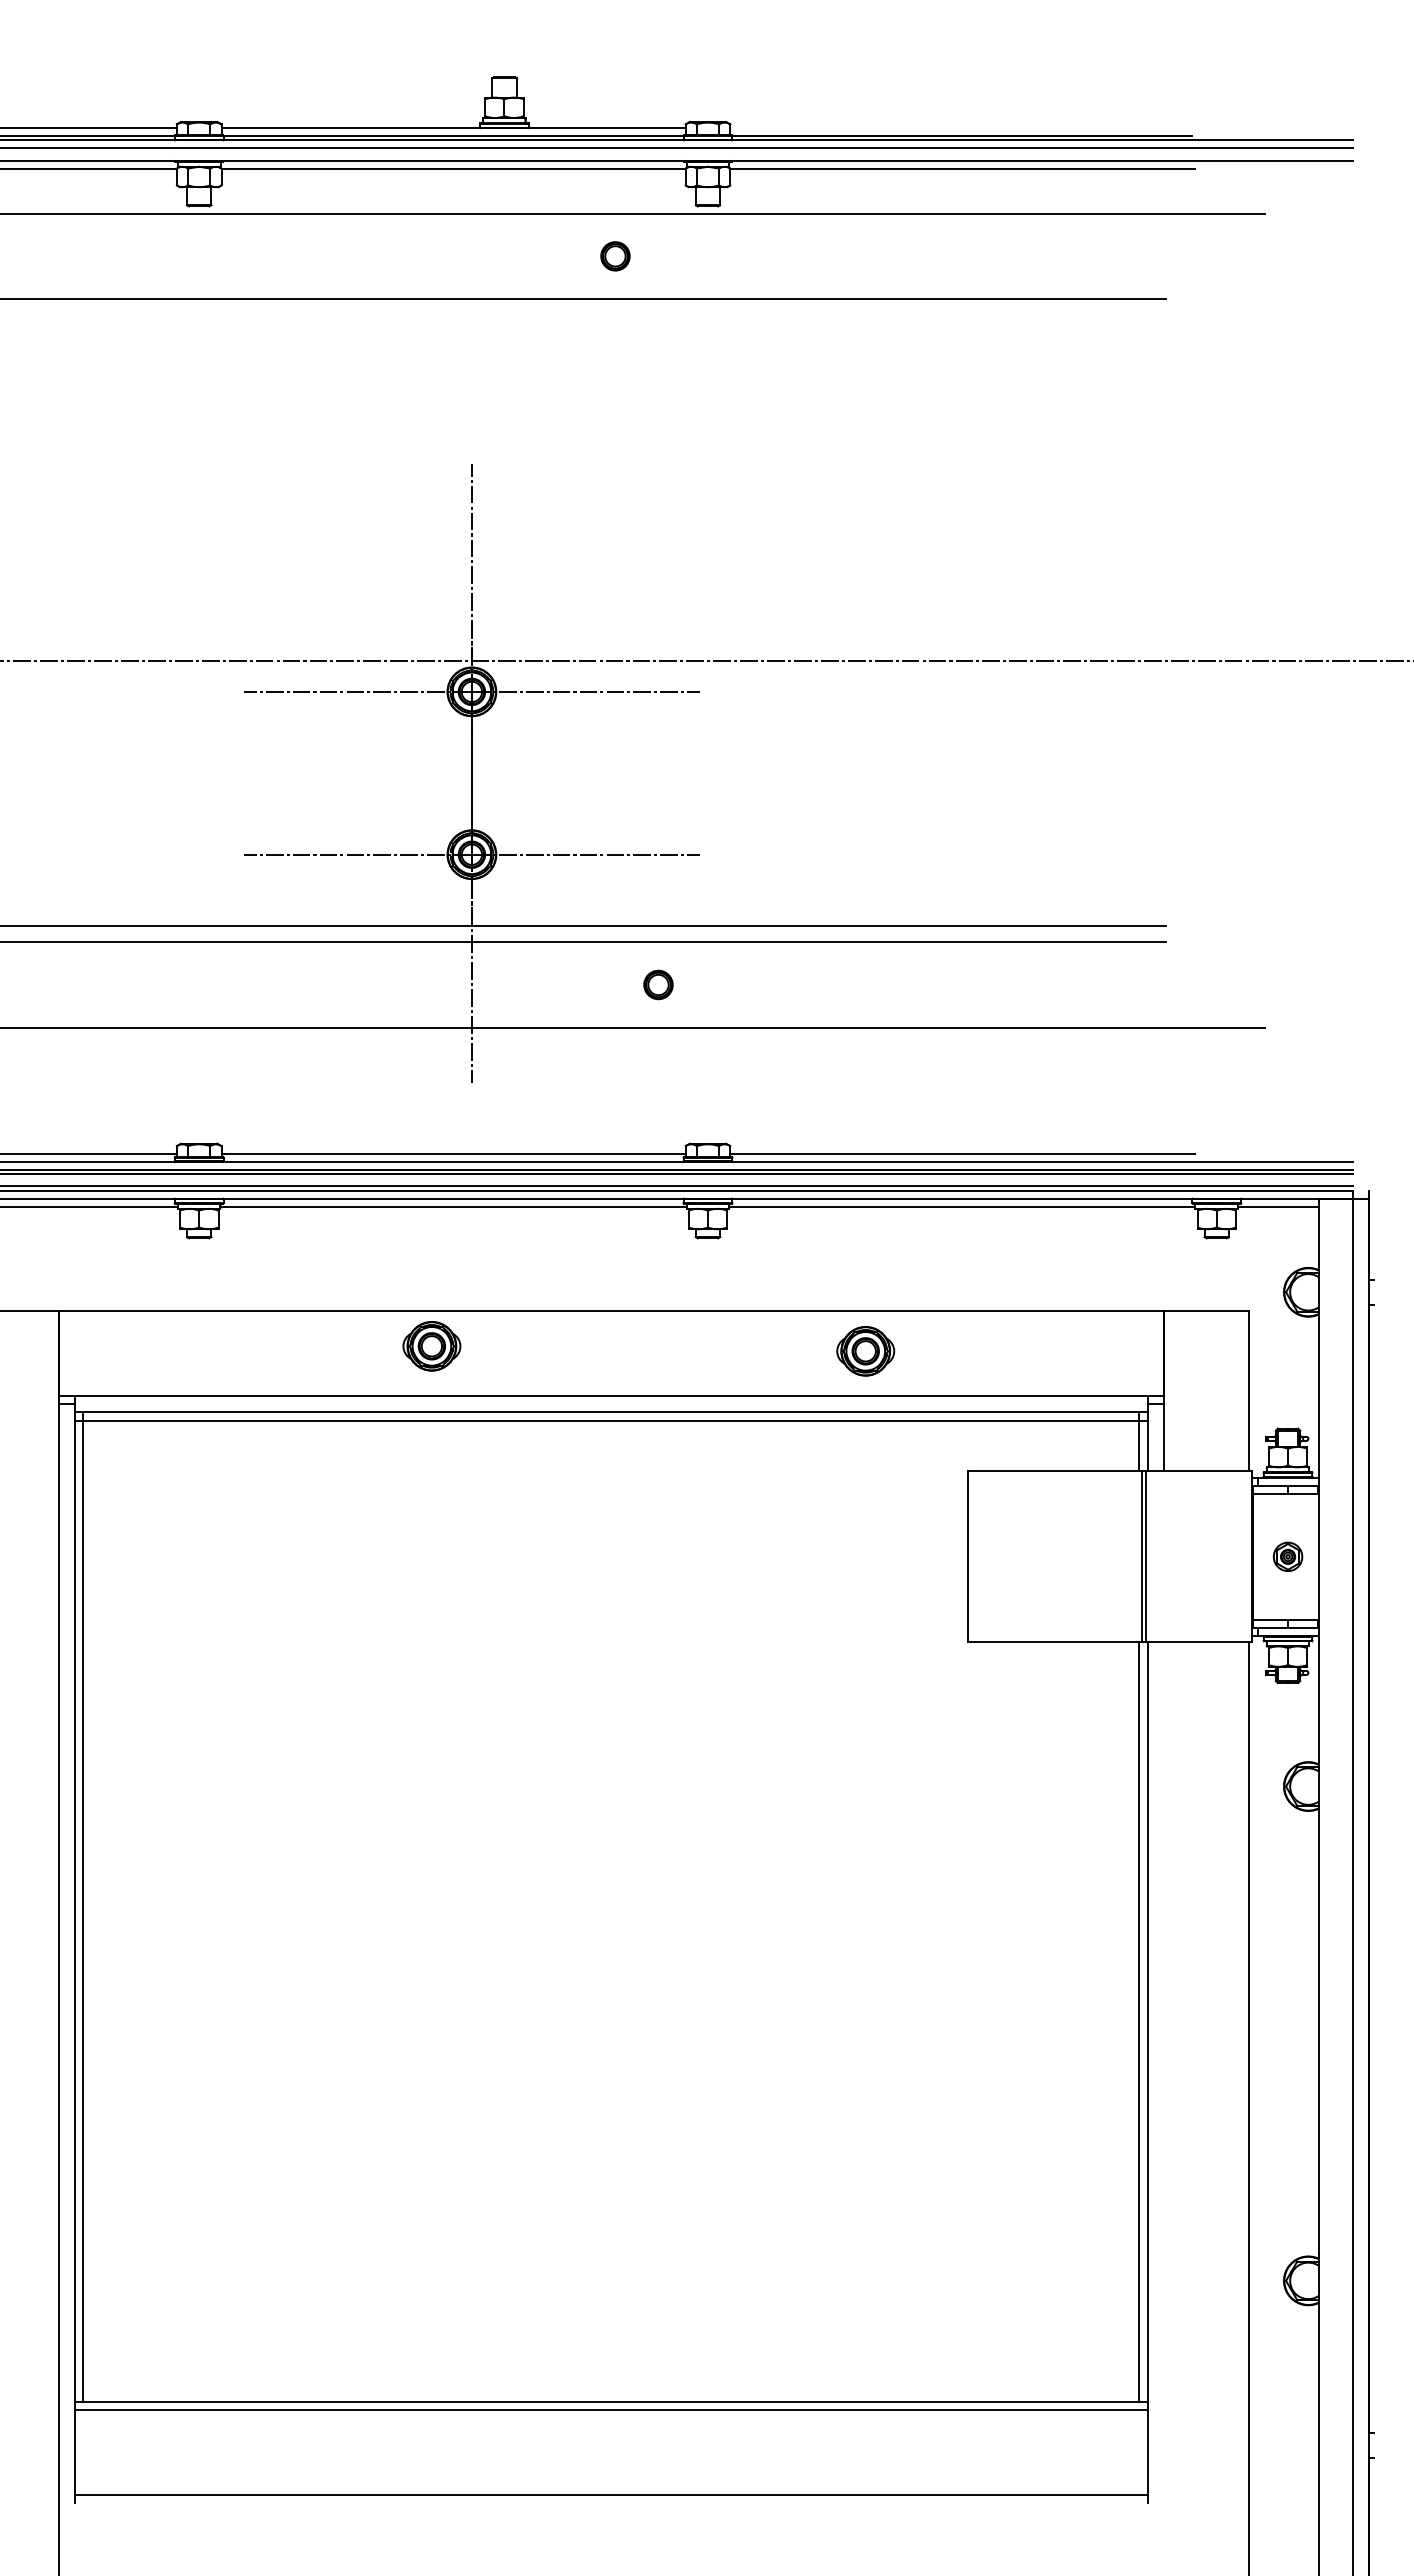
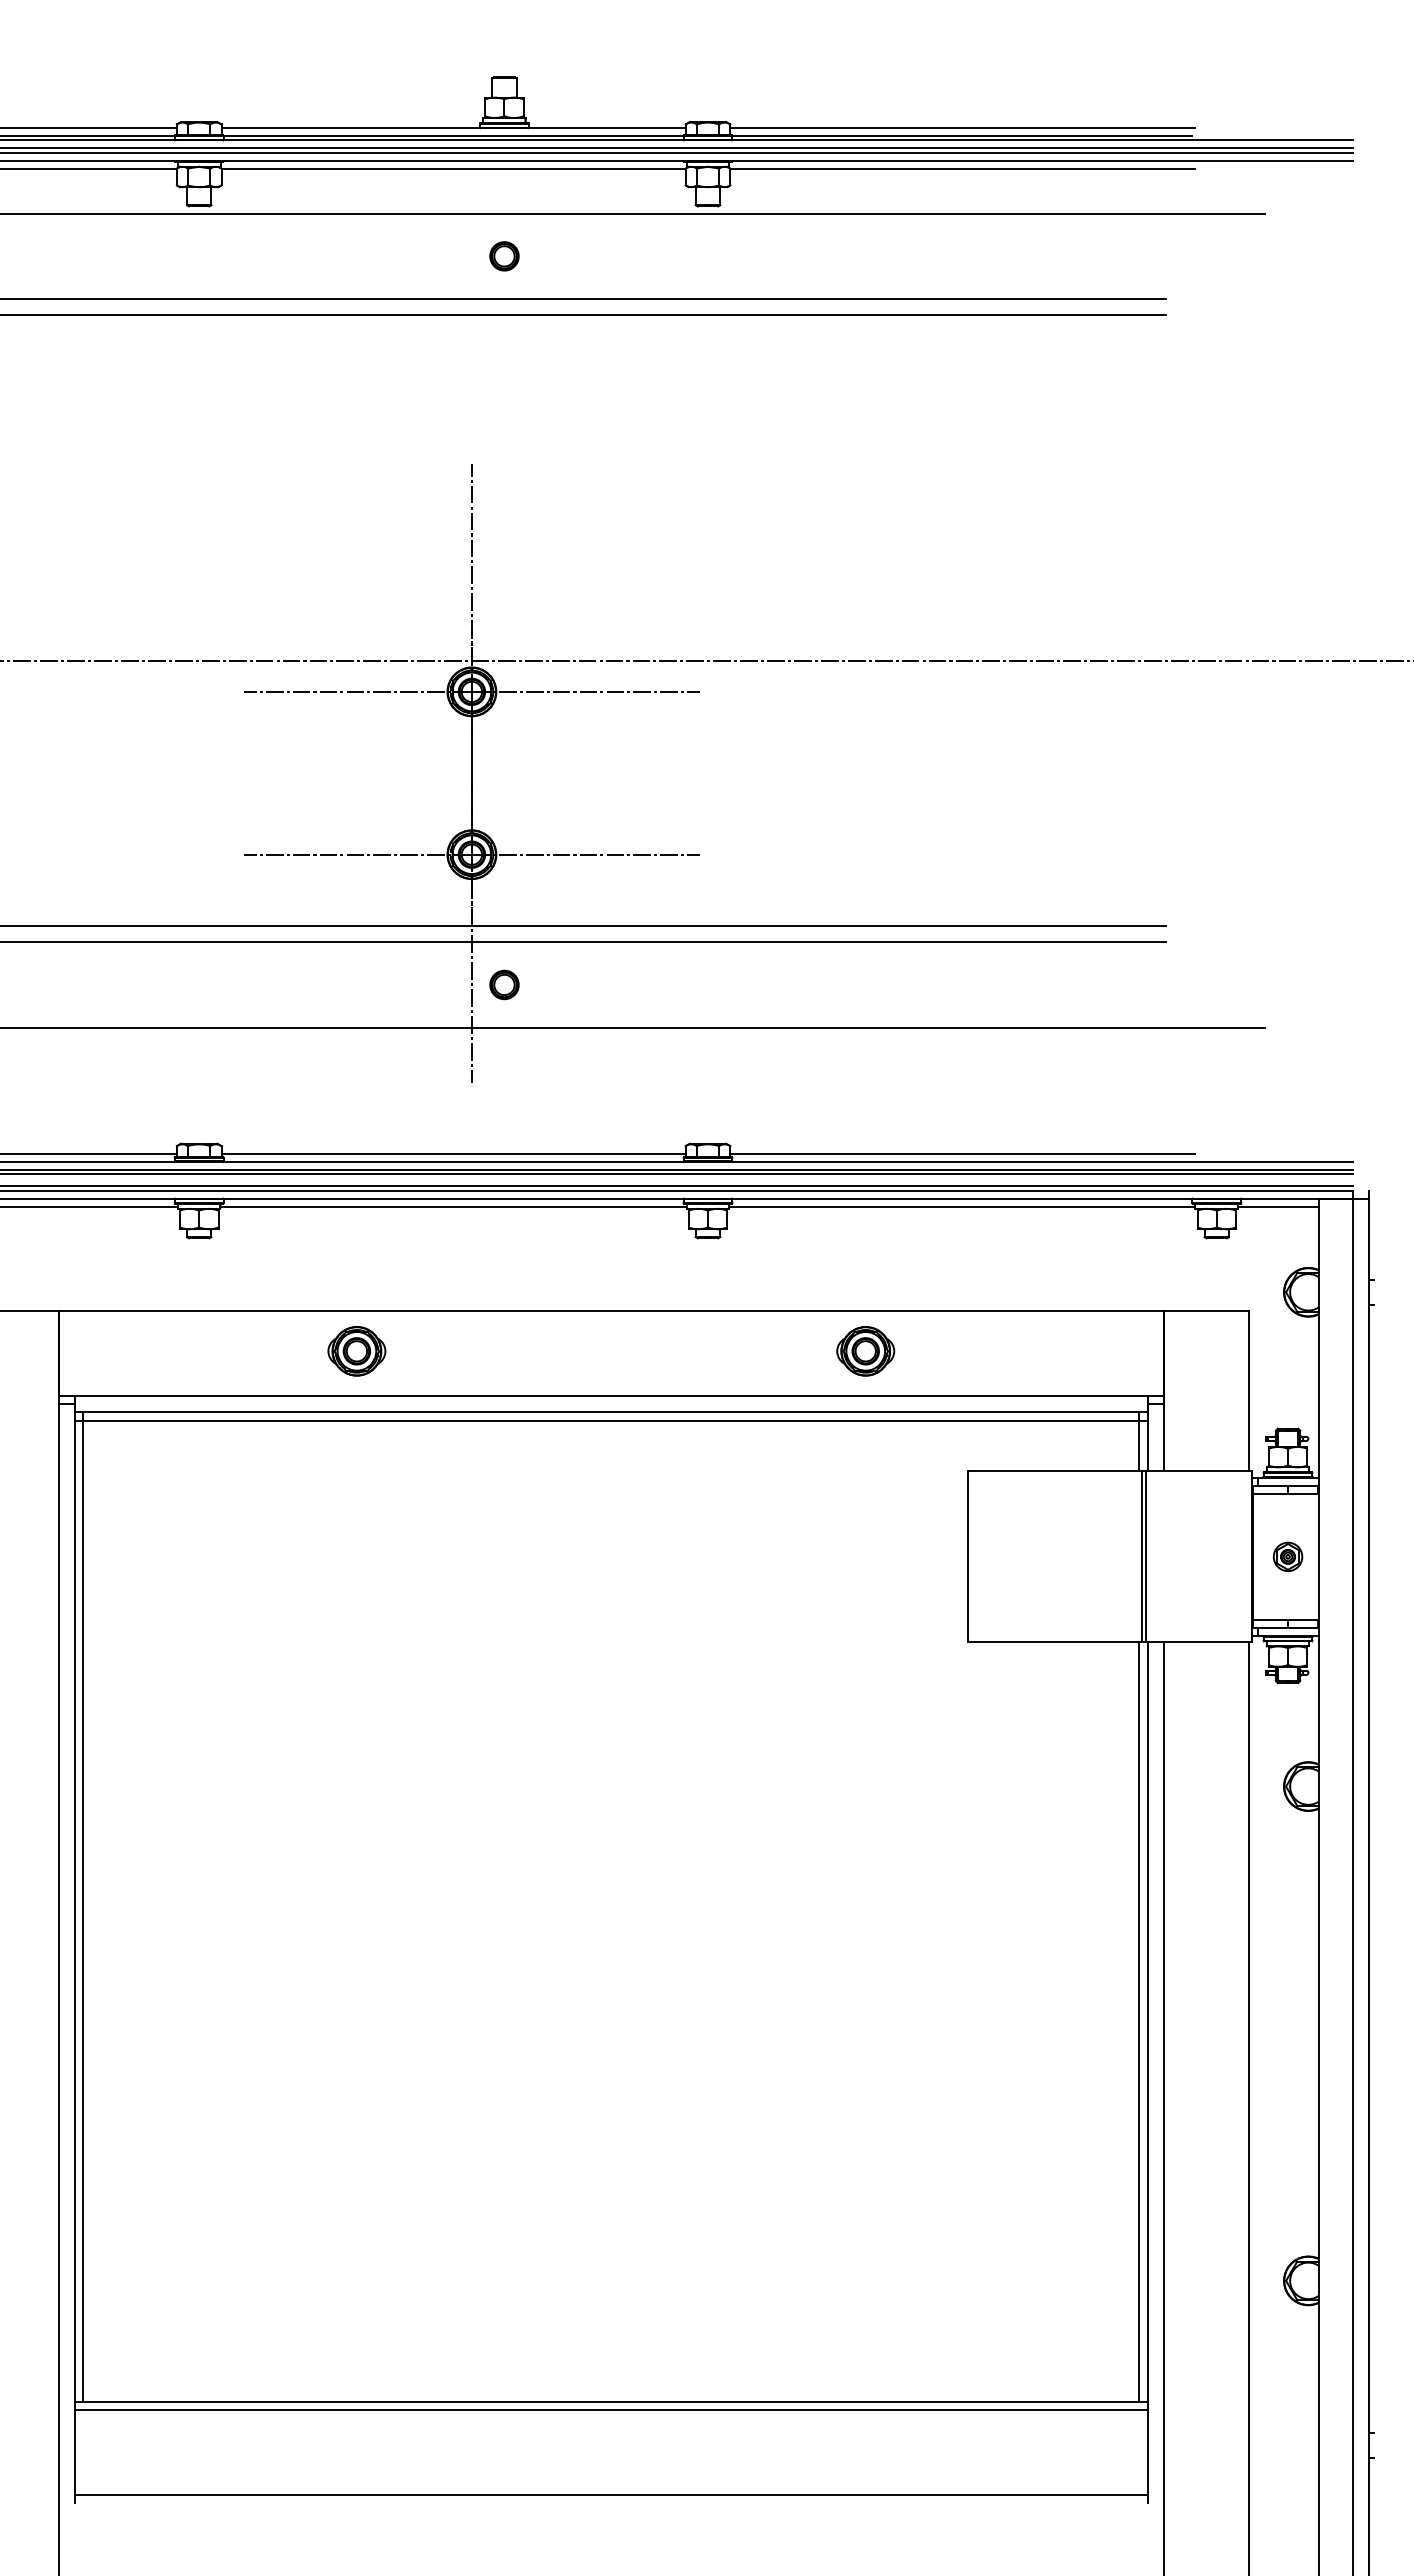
line at (962, 128): none -> present
line at (677, 152): none -> present
part at (615, 256) position: (615, 256) -> (504, 256)
line at (583, 315): none -> present
part at (658, 984) position: (658, 984) -> (504, 984)
part at (431, 1346) position: (431, 1346) -> (356, 1351)
line at (1163, 2107): none -> present
